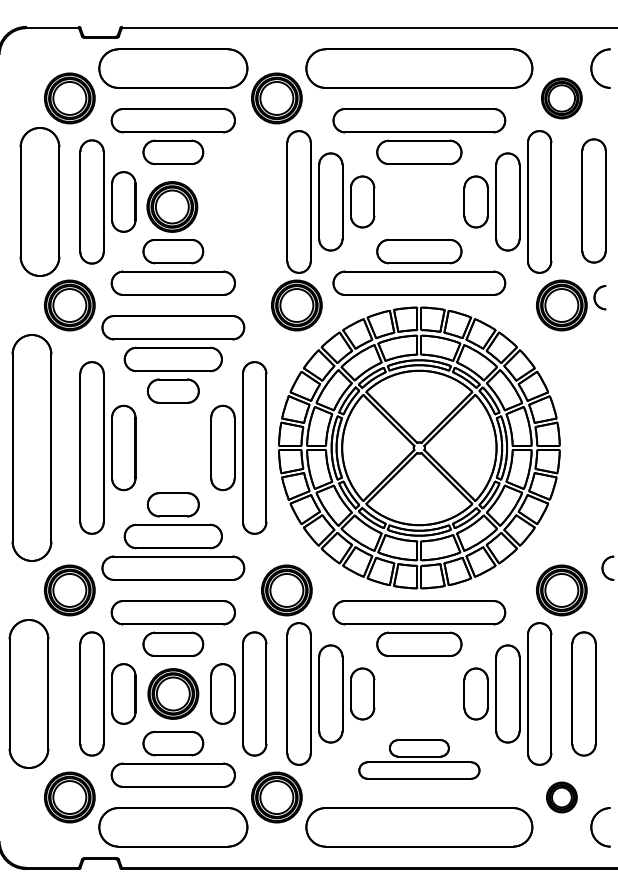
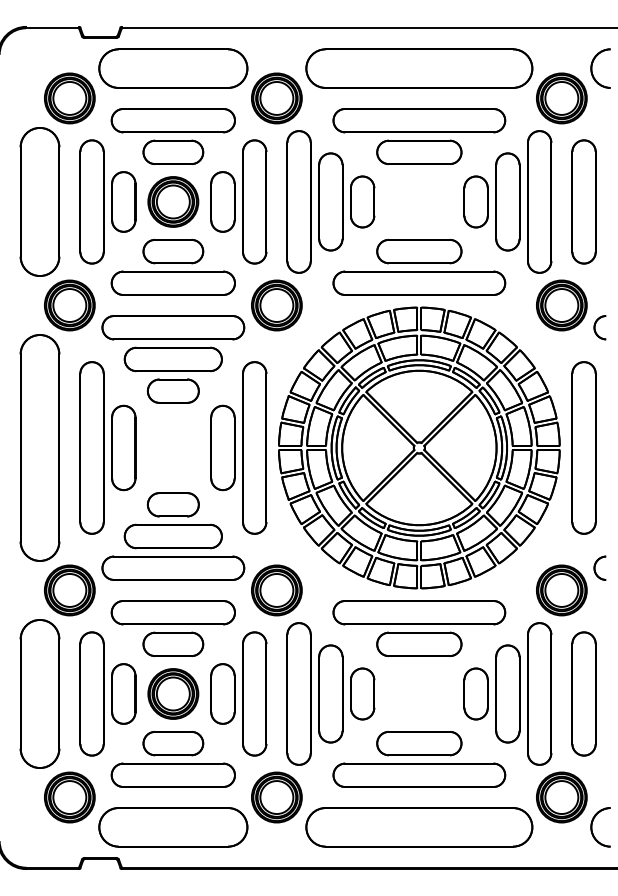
part at (561, 98) size: 42x43 px -> 52x53 px
part at (593, 200) position: (593, 200) -> (583, 201)
part at (238, 201): none -> present
part at (172, 206) position: (172, 206) -> (173, 201)
part at (599, 297) position: (599, 297) -> (599, 327)
part at (296, 305) position: (296, 305) -> (276, 305)
part at (31, 447) position: (31, 447) -> (39, 447)
part at (583, 447): none -> present
part at (607, 567) position: (607, 567) -> (599, 567)
part at (286, 590) position: (286, 590) -> (276, 590)
part at (28, 693) position: (28, 693) -> (39, 693)
part at (419, 759) size: 123x41 px -> 175x57 px
part at (561, 797) size: 32x33 px -> 52x53 px
